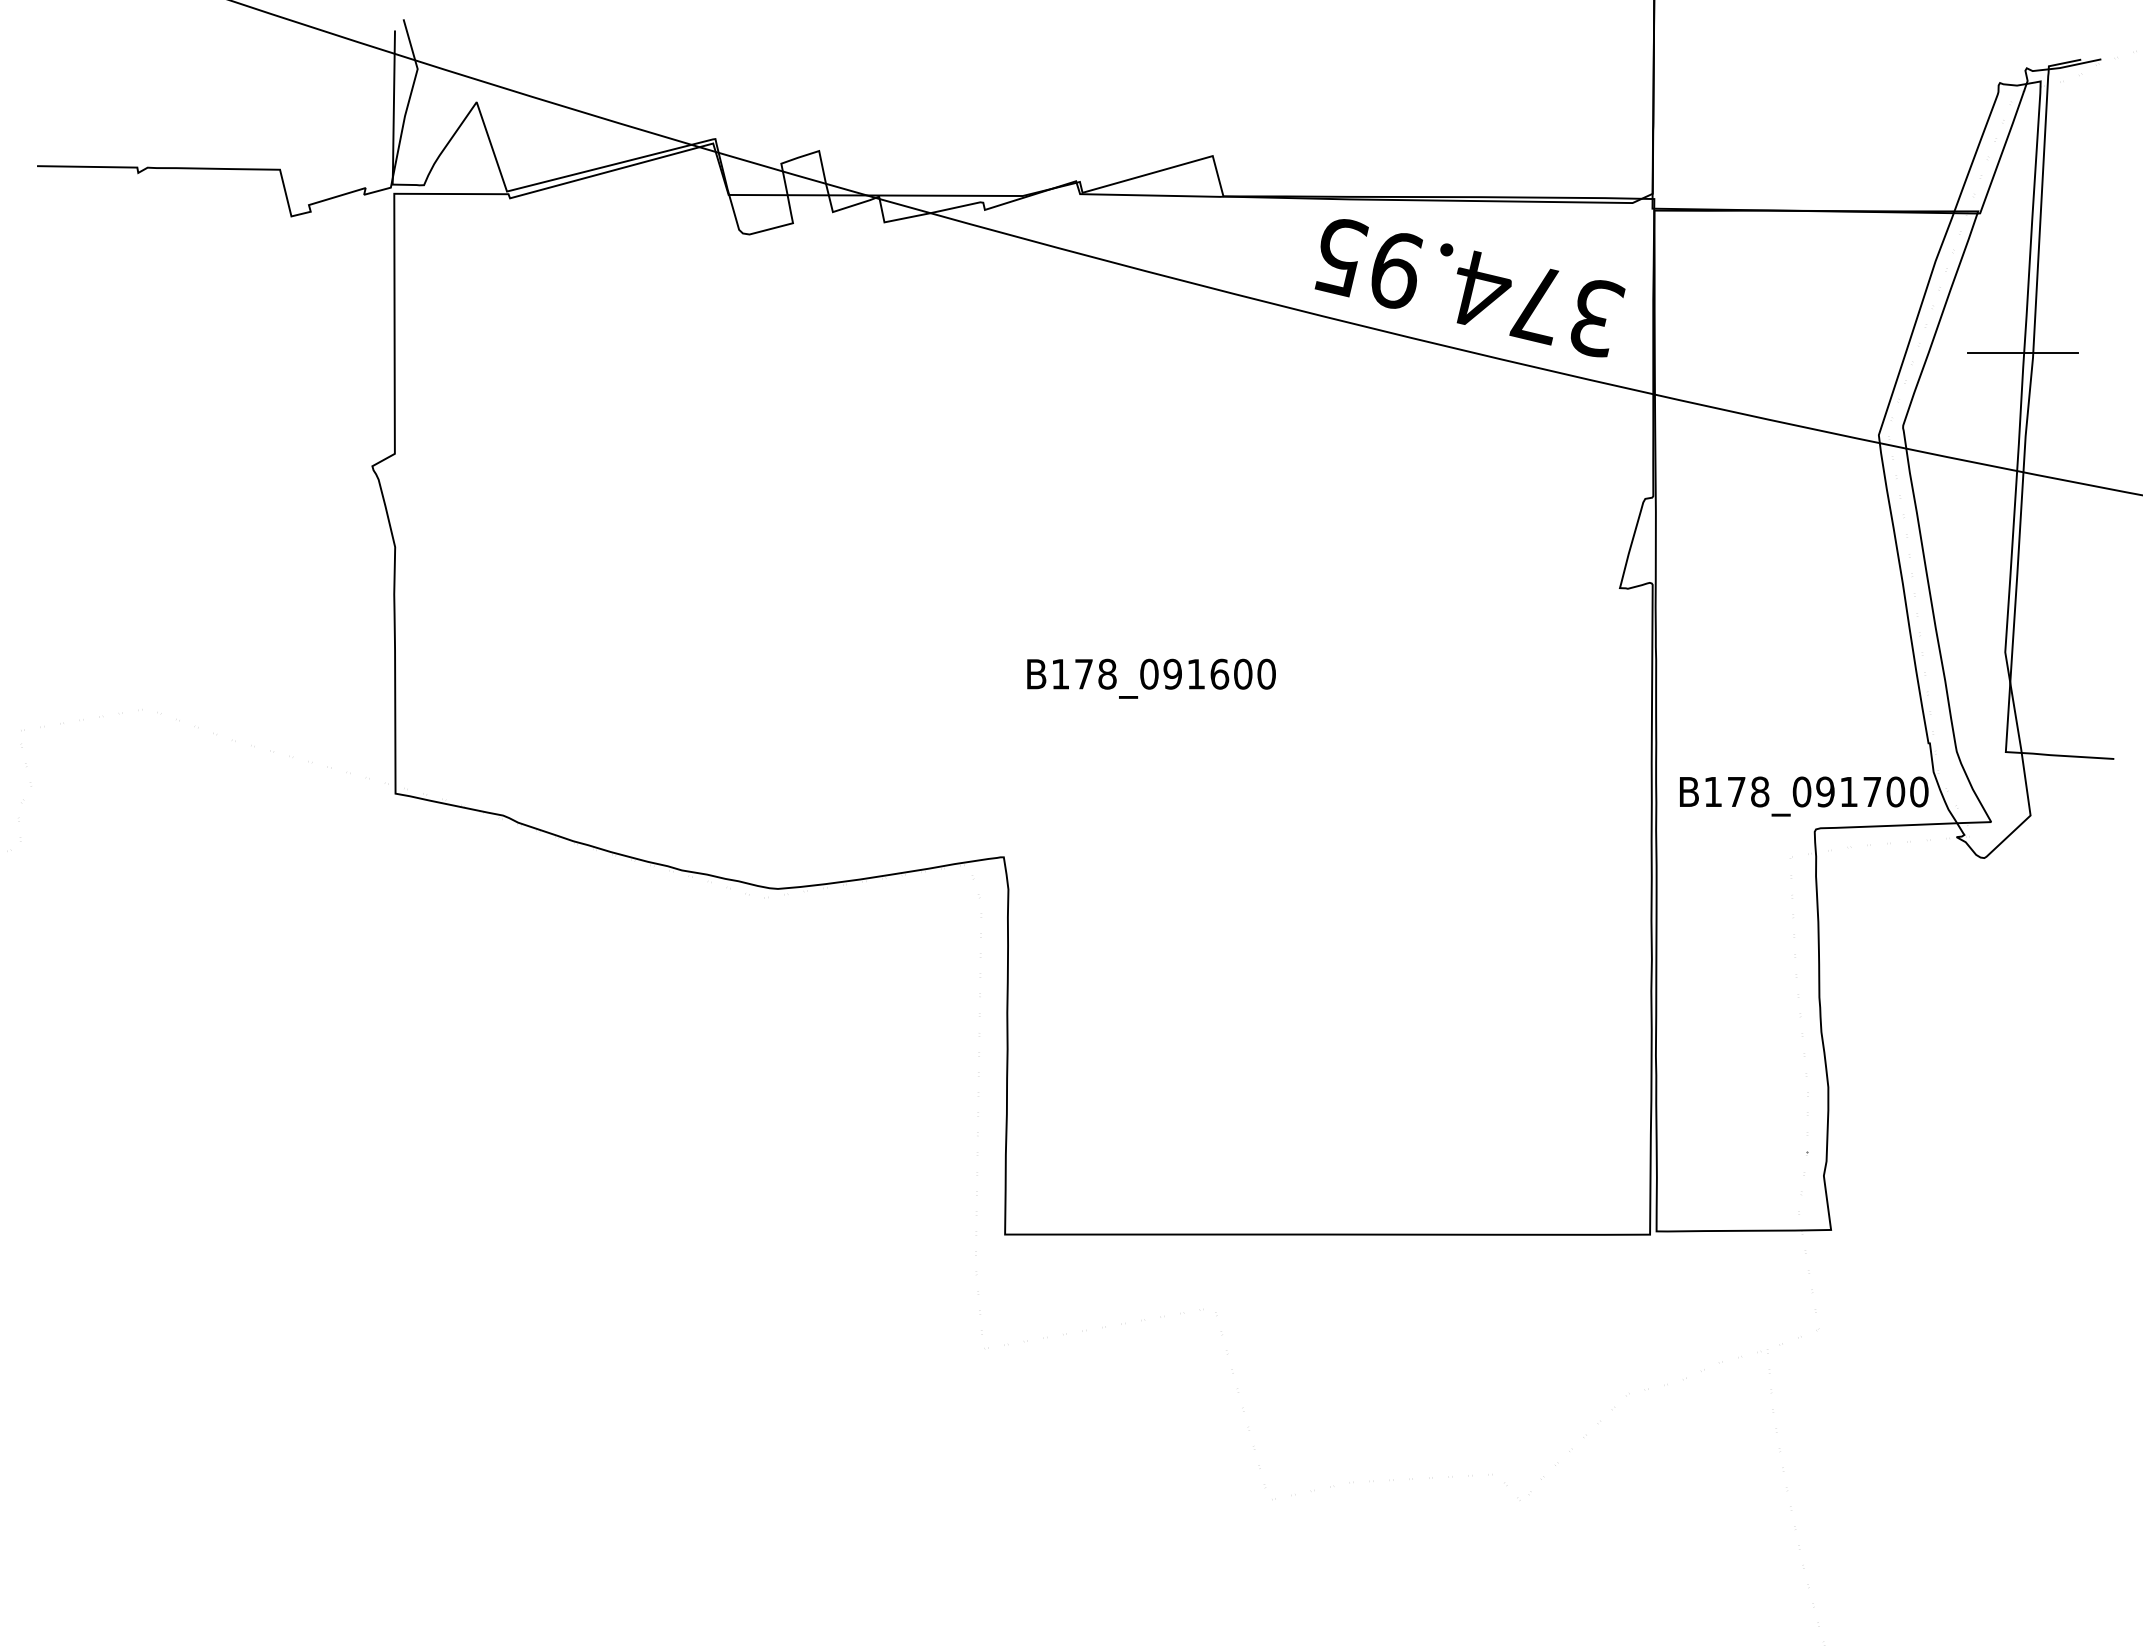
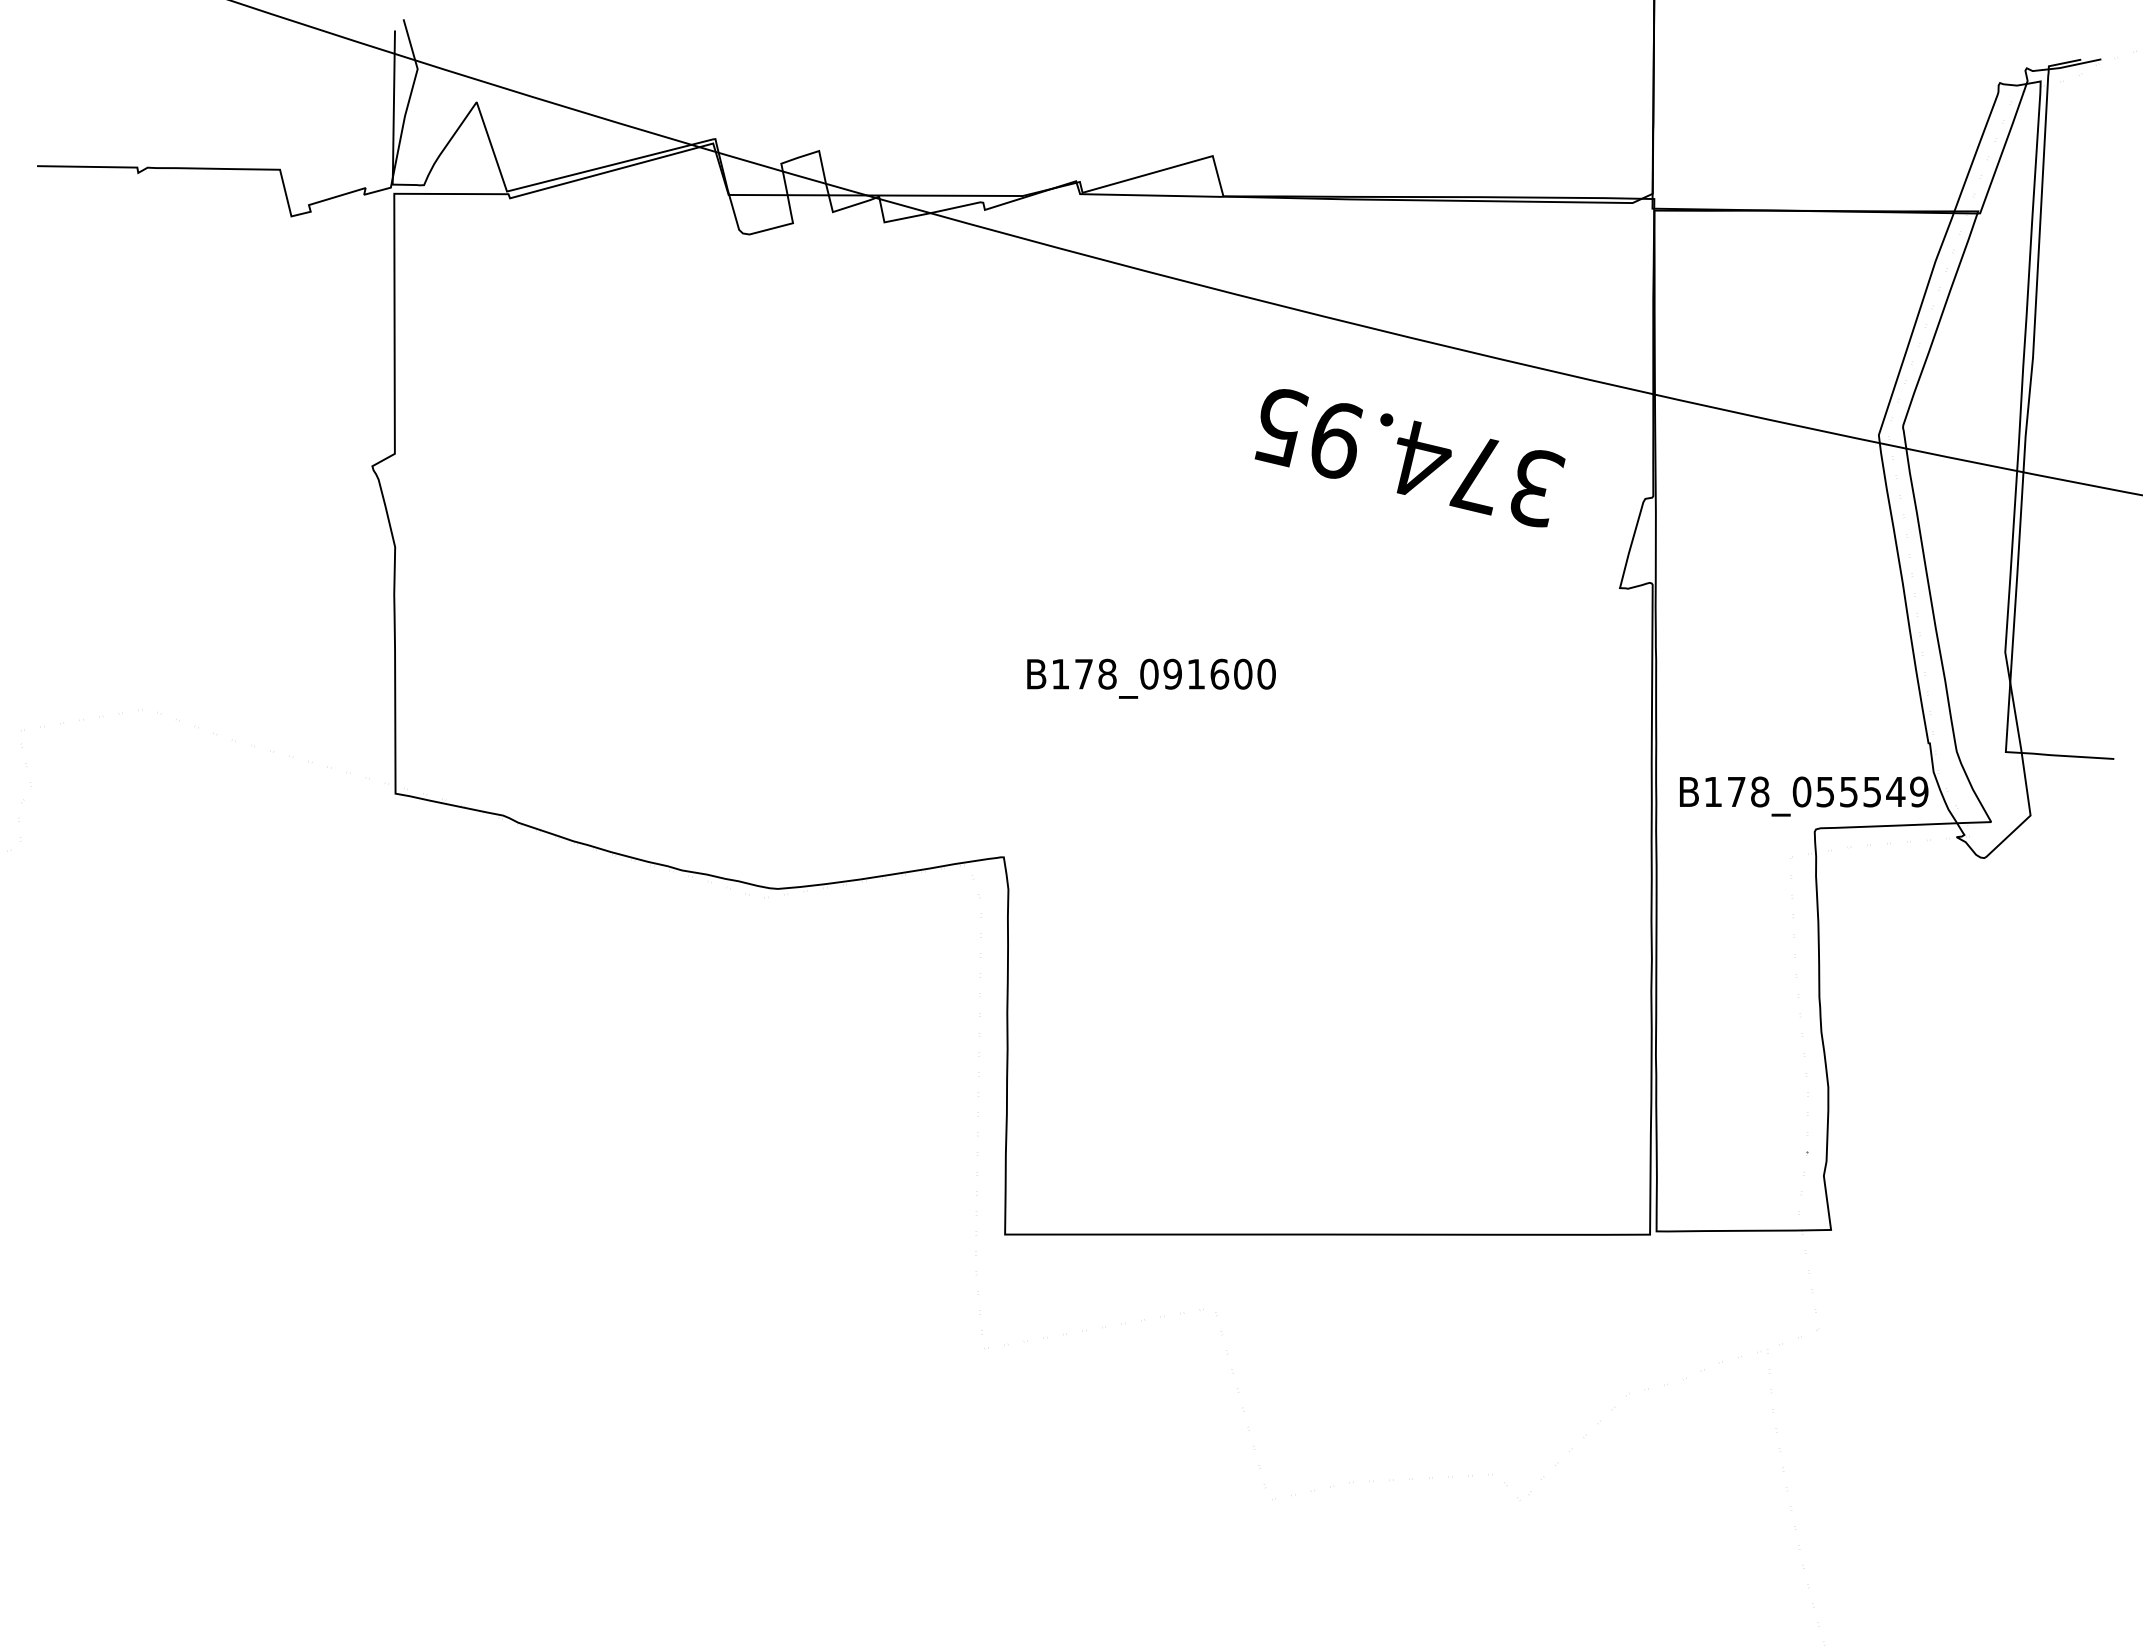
text at (1469, 288) position: (1469, 288) -> (1409, 458)
line at (2022, 352): present -> none
text at (1872, 791): B178_091700 -> B178_055549
